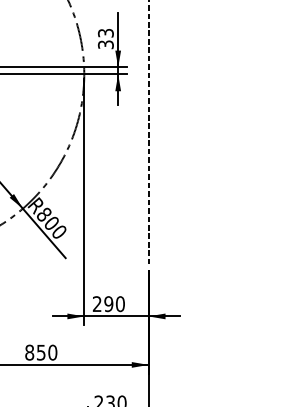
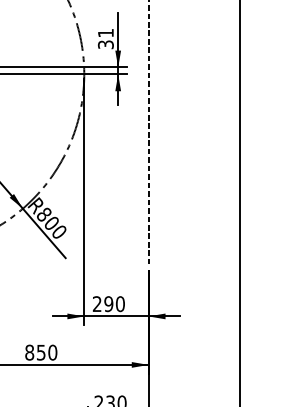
text at (105, 33): 33 -> 31
line at (239, 202): none -> present
